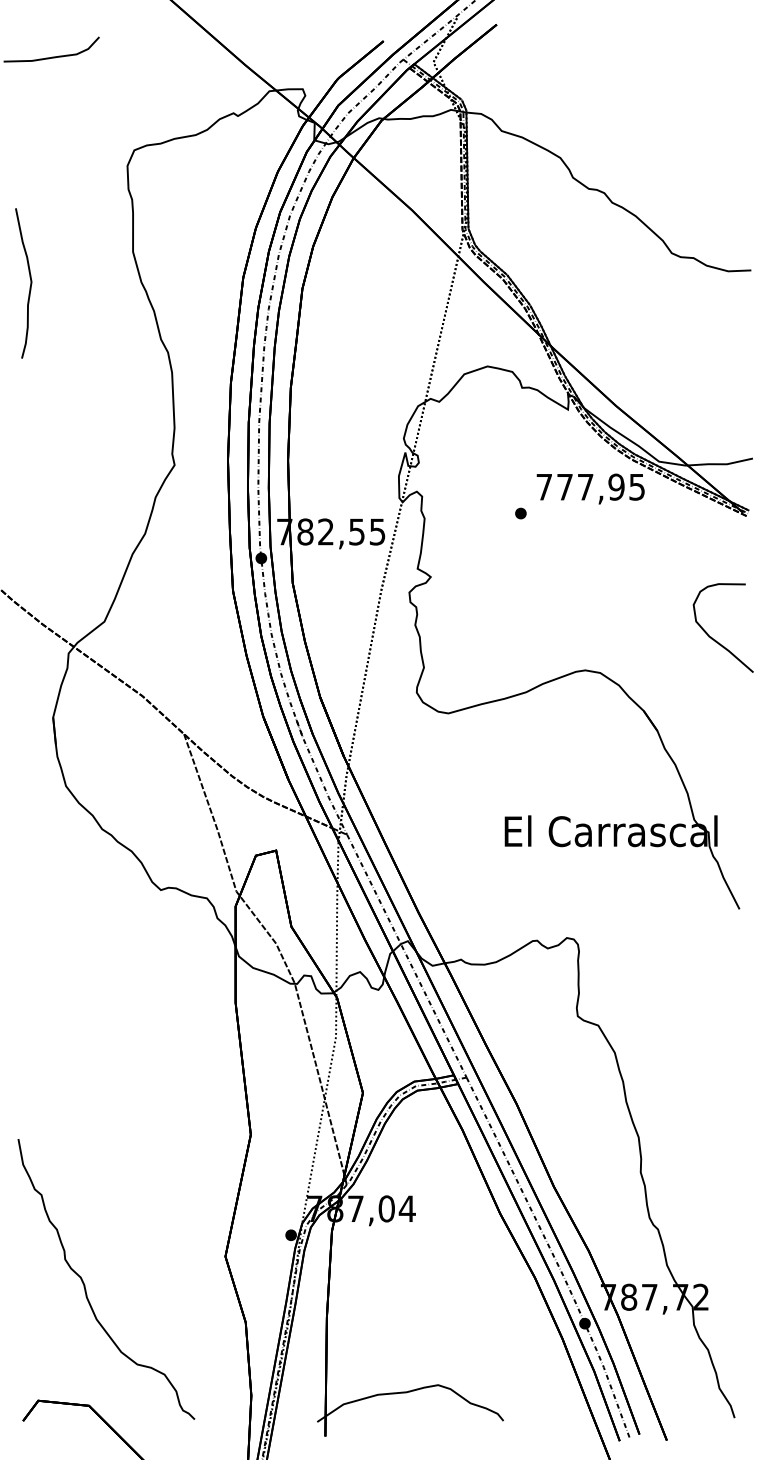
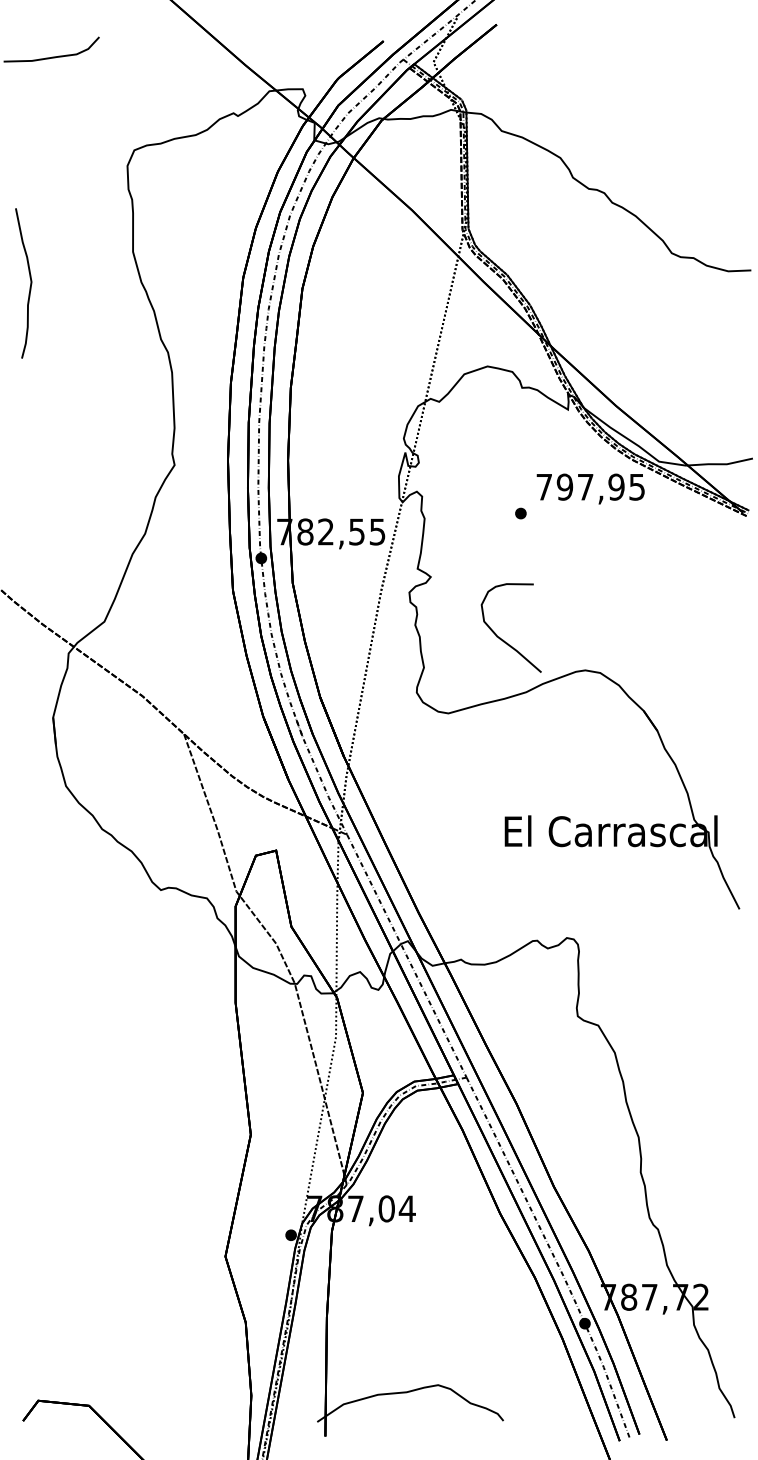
text at (564, 486): 777,95 -> 797,95
curve at (715, 639) position: (715, 639) -> (503, 639)
curve at (85, 1285): present -> none
